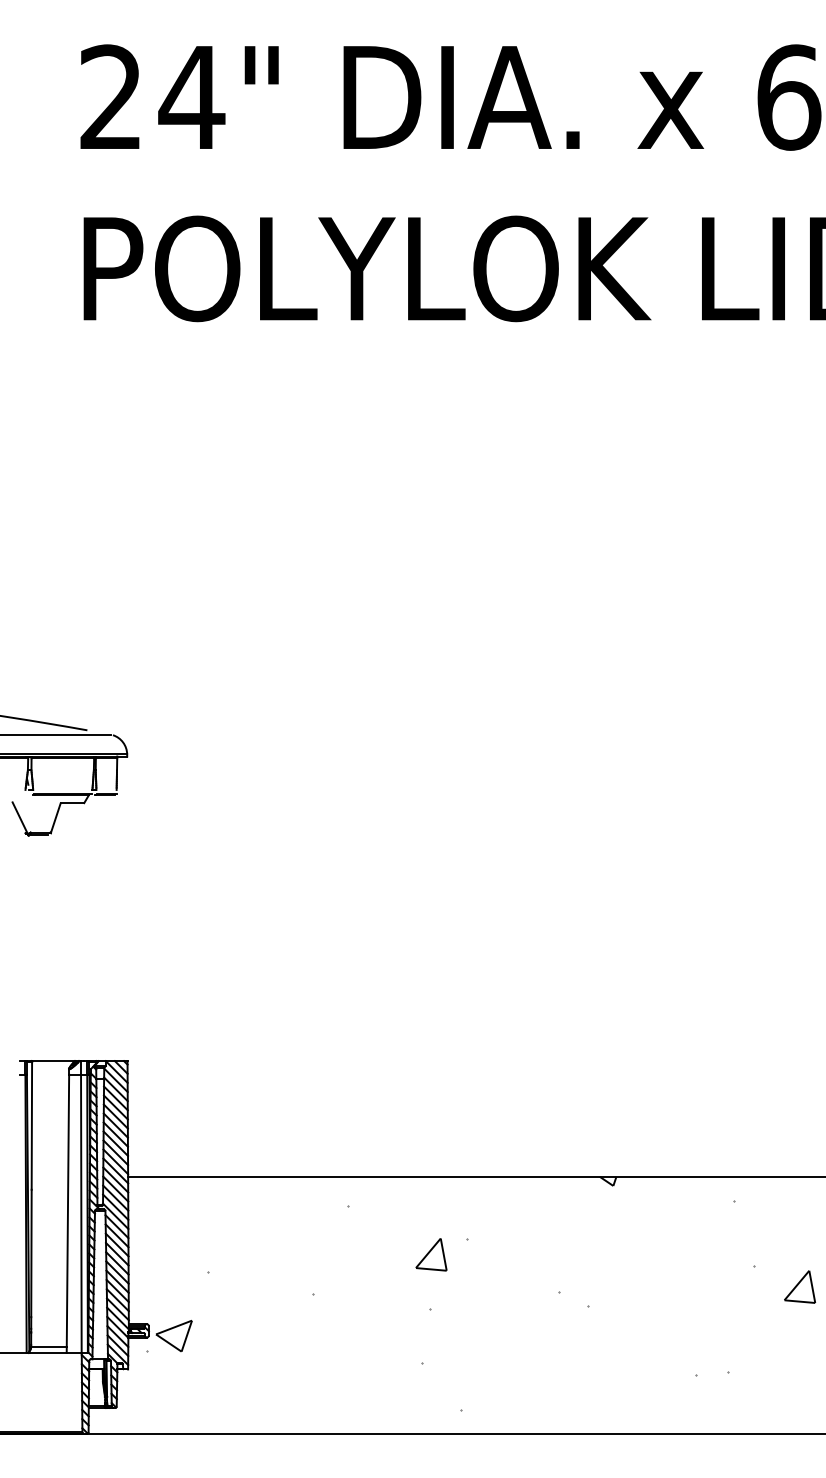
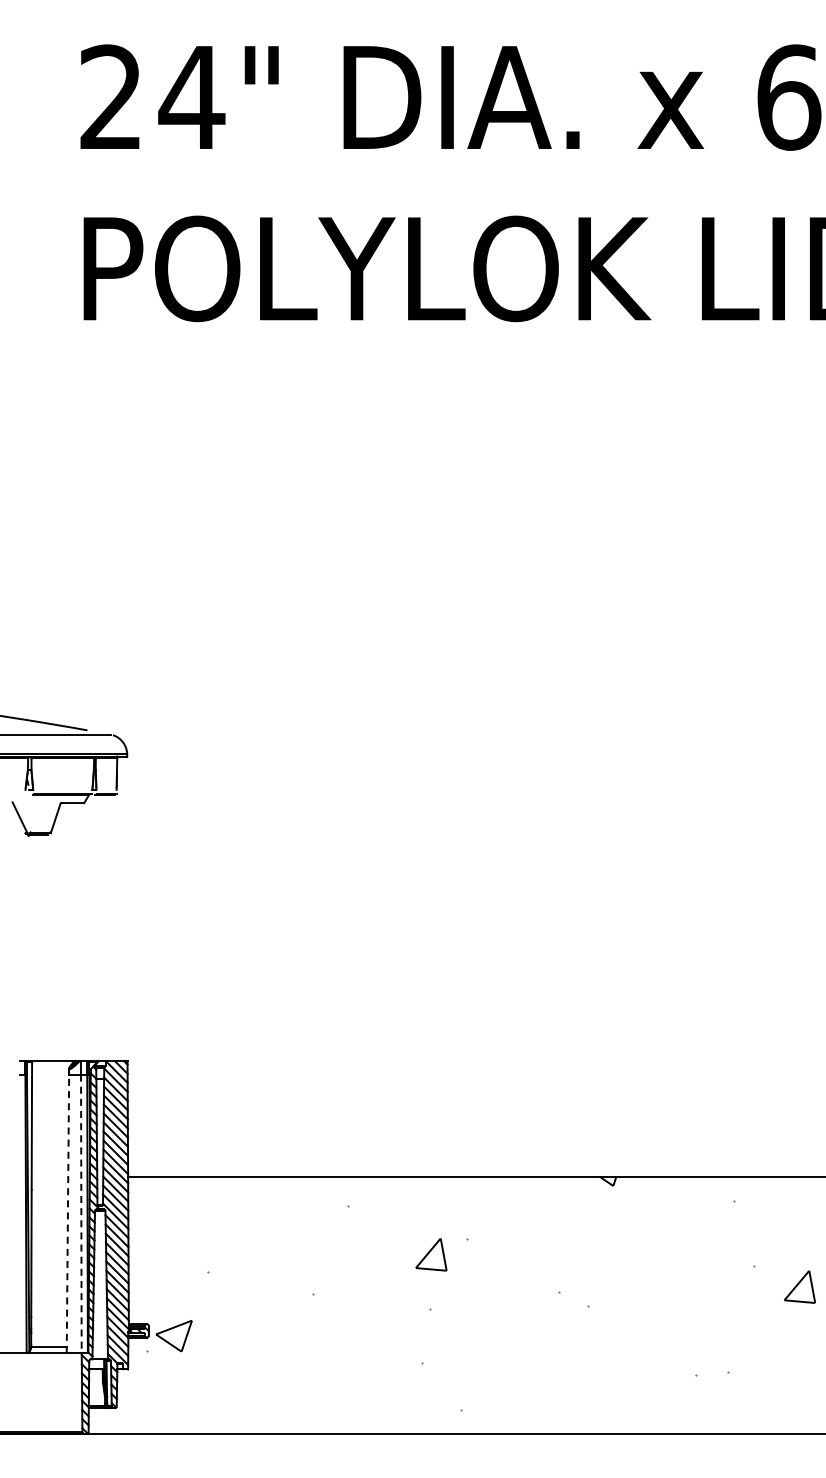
line at (67, 1213): solid -> dashed
line at (81, 1214): solid -> dashed
